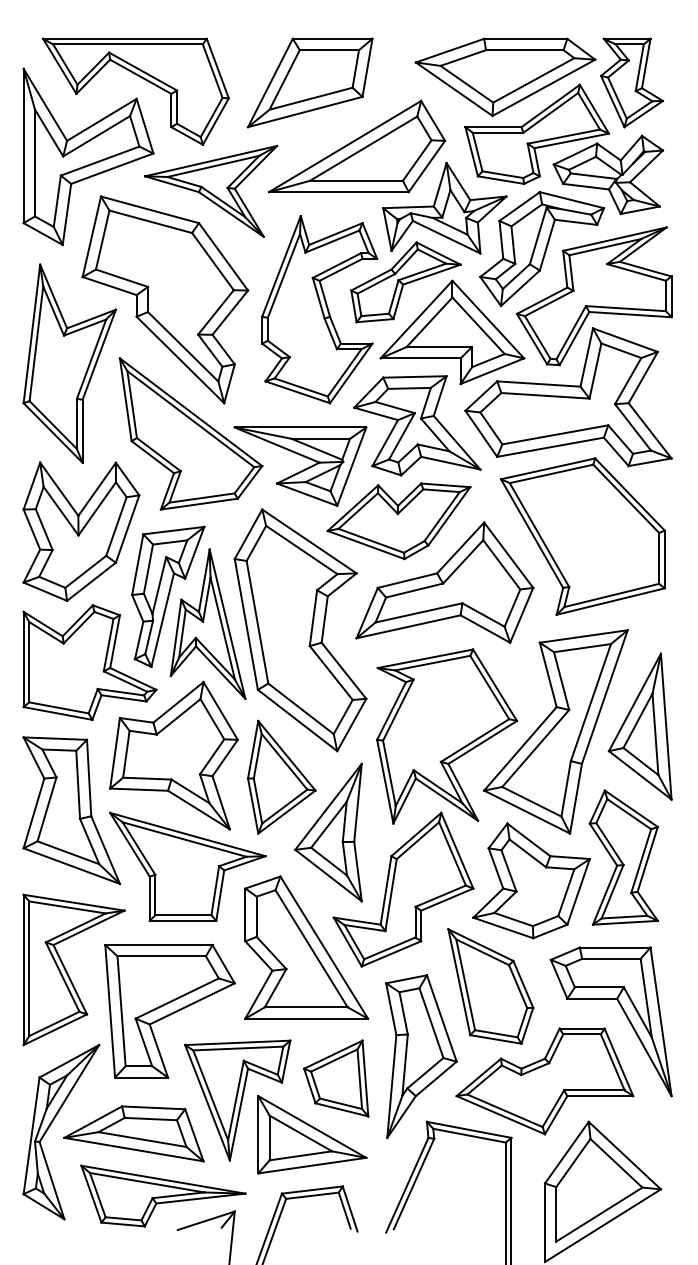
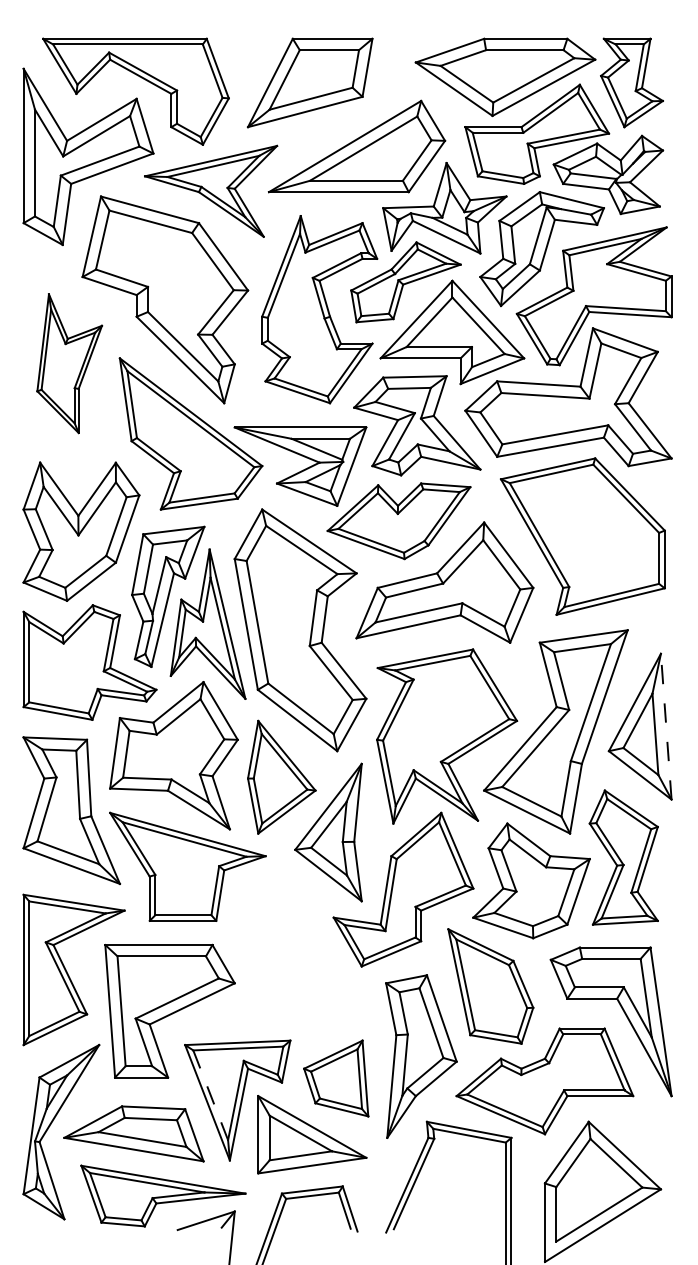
part at (69, 363) size: 95x201 px -> 68x142 px
line at (666, 726): solid -> dashed
part at (306, 947): present -> none
line at (210, 1095): solid -> dashed
